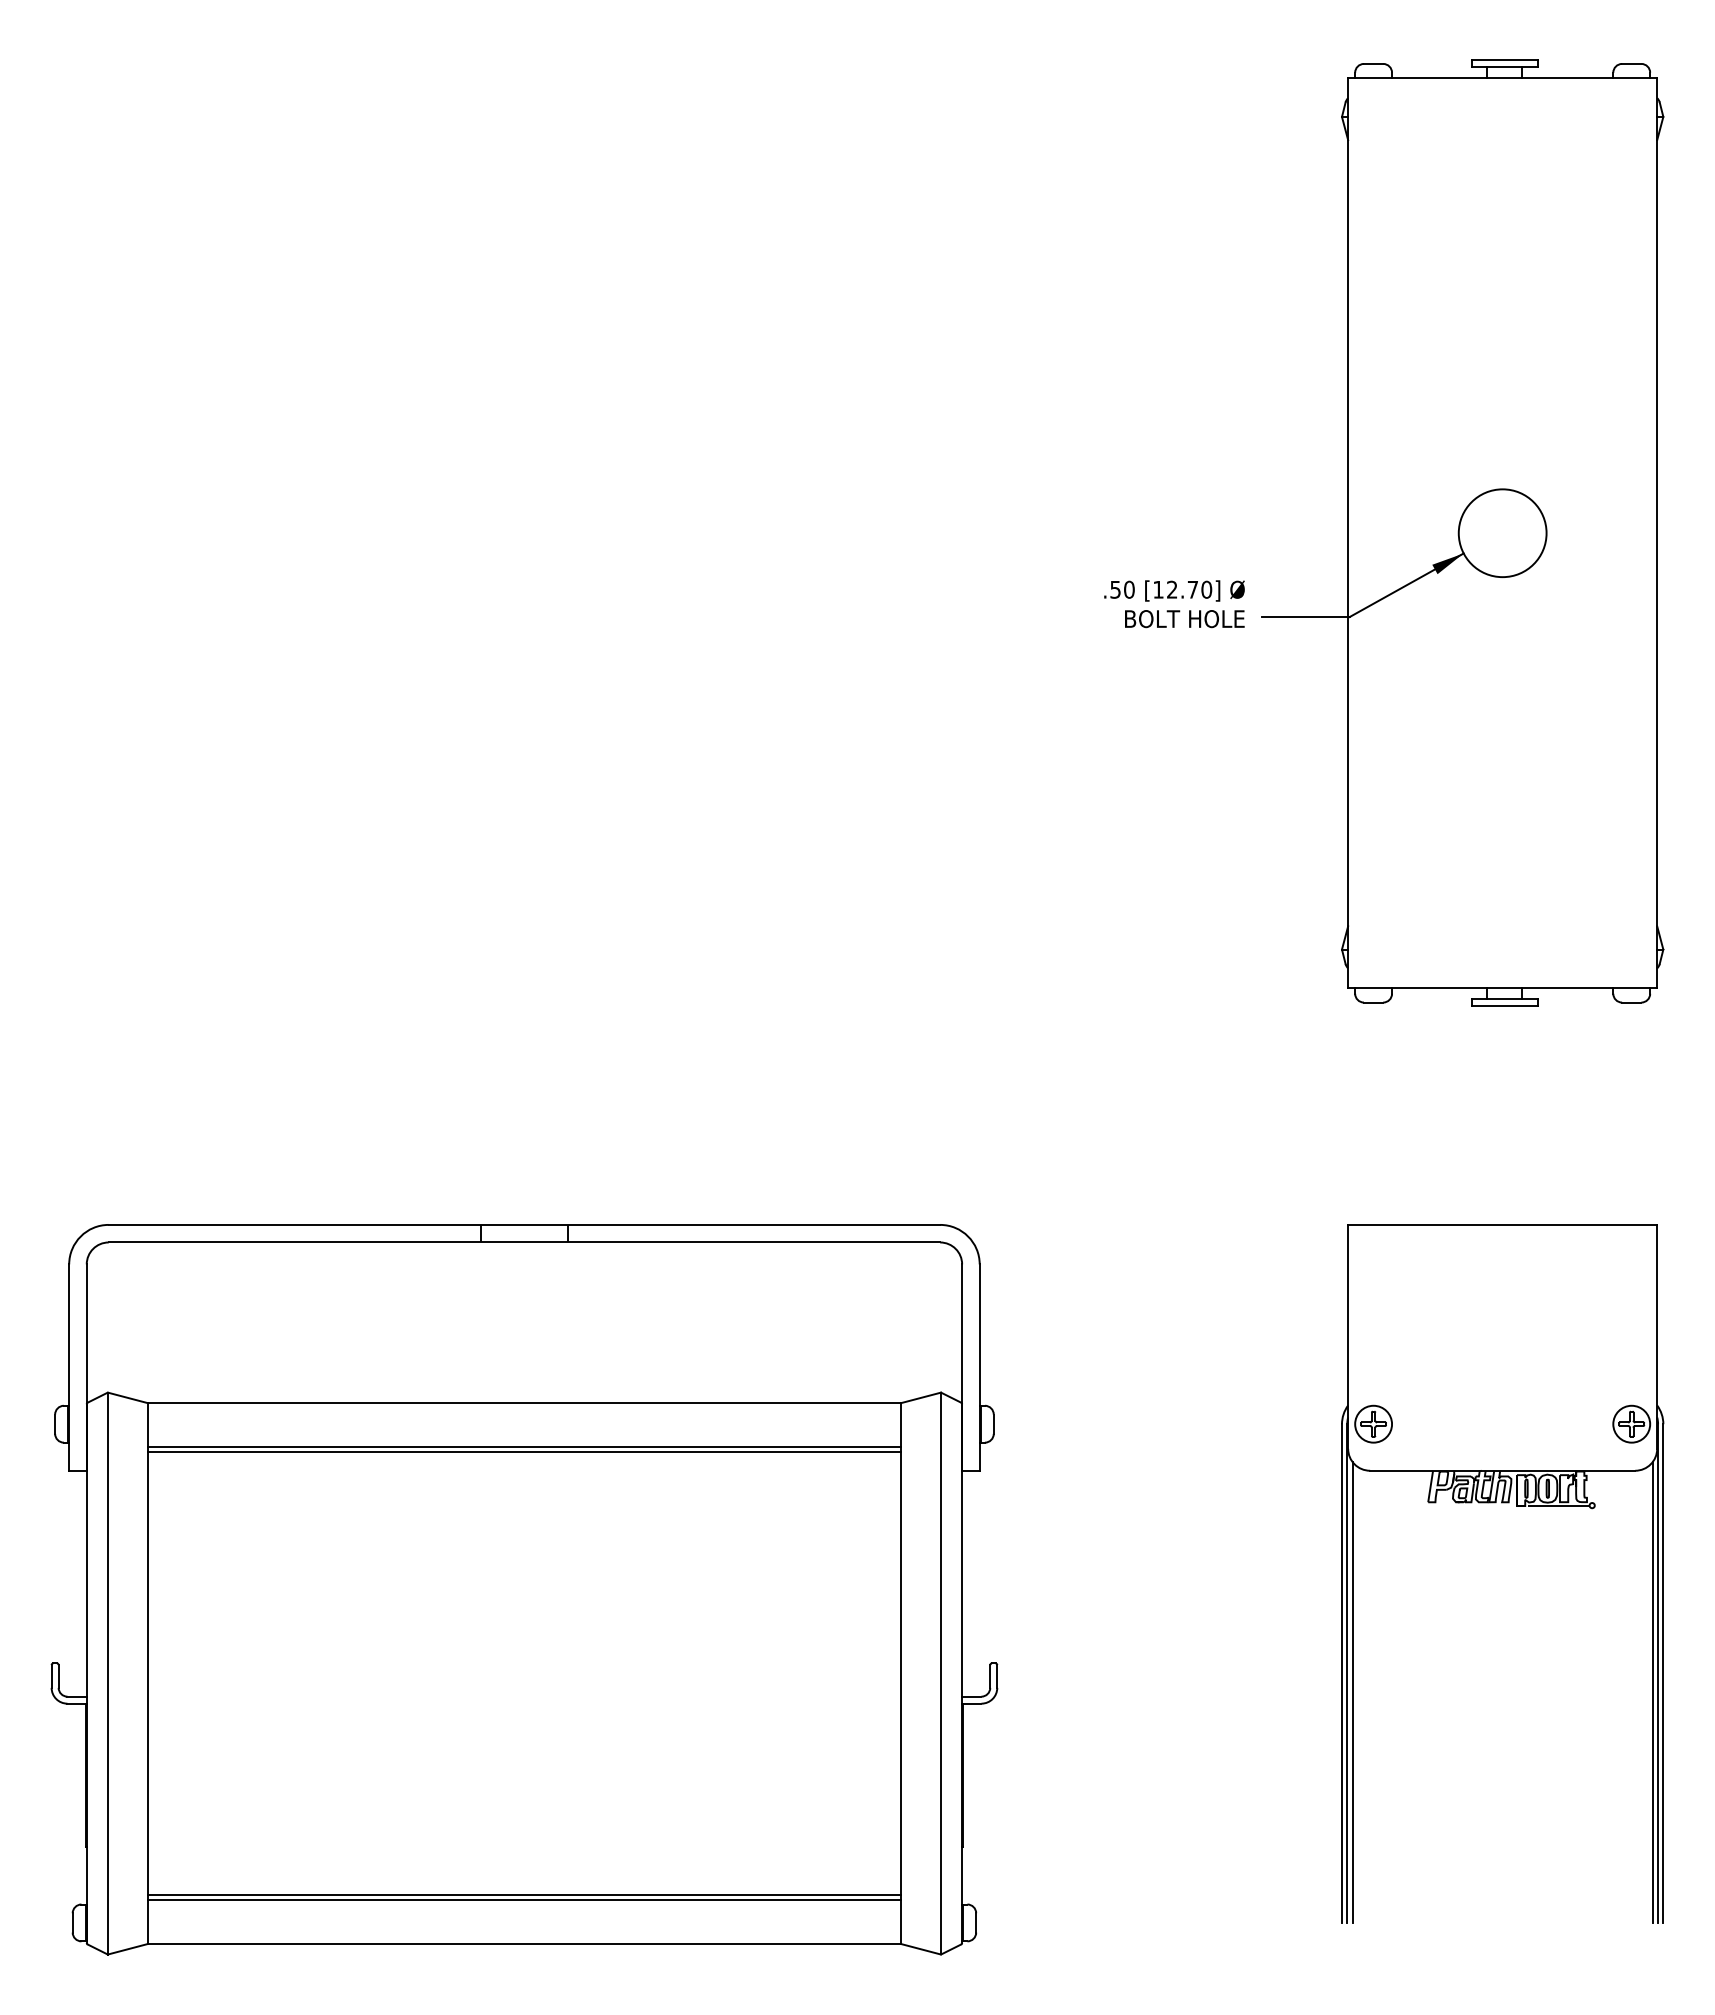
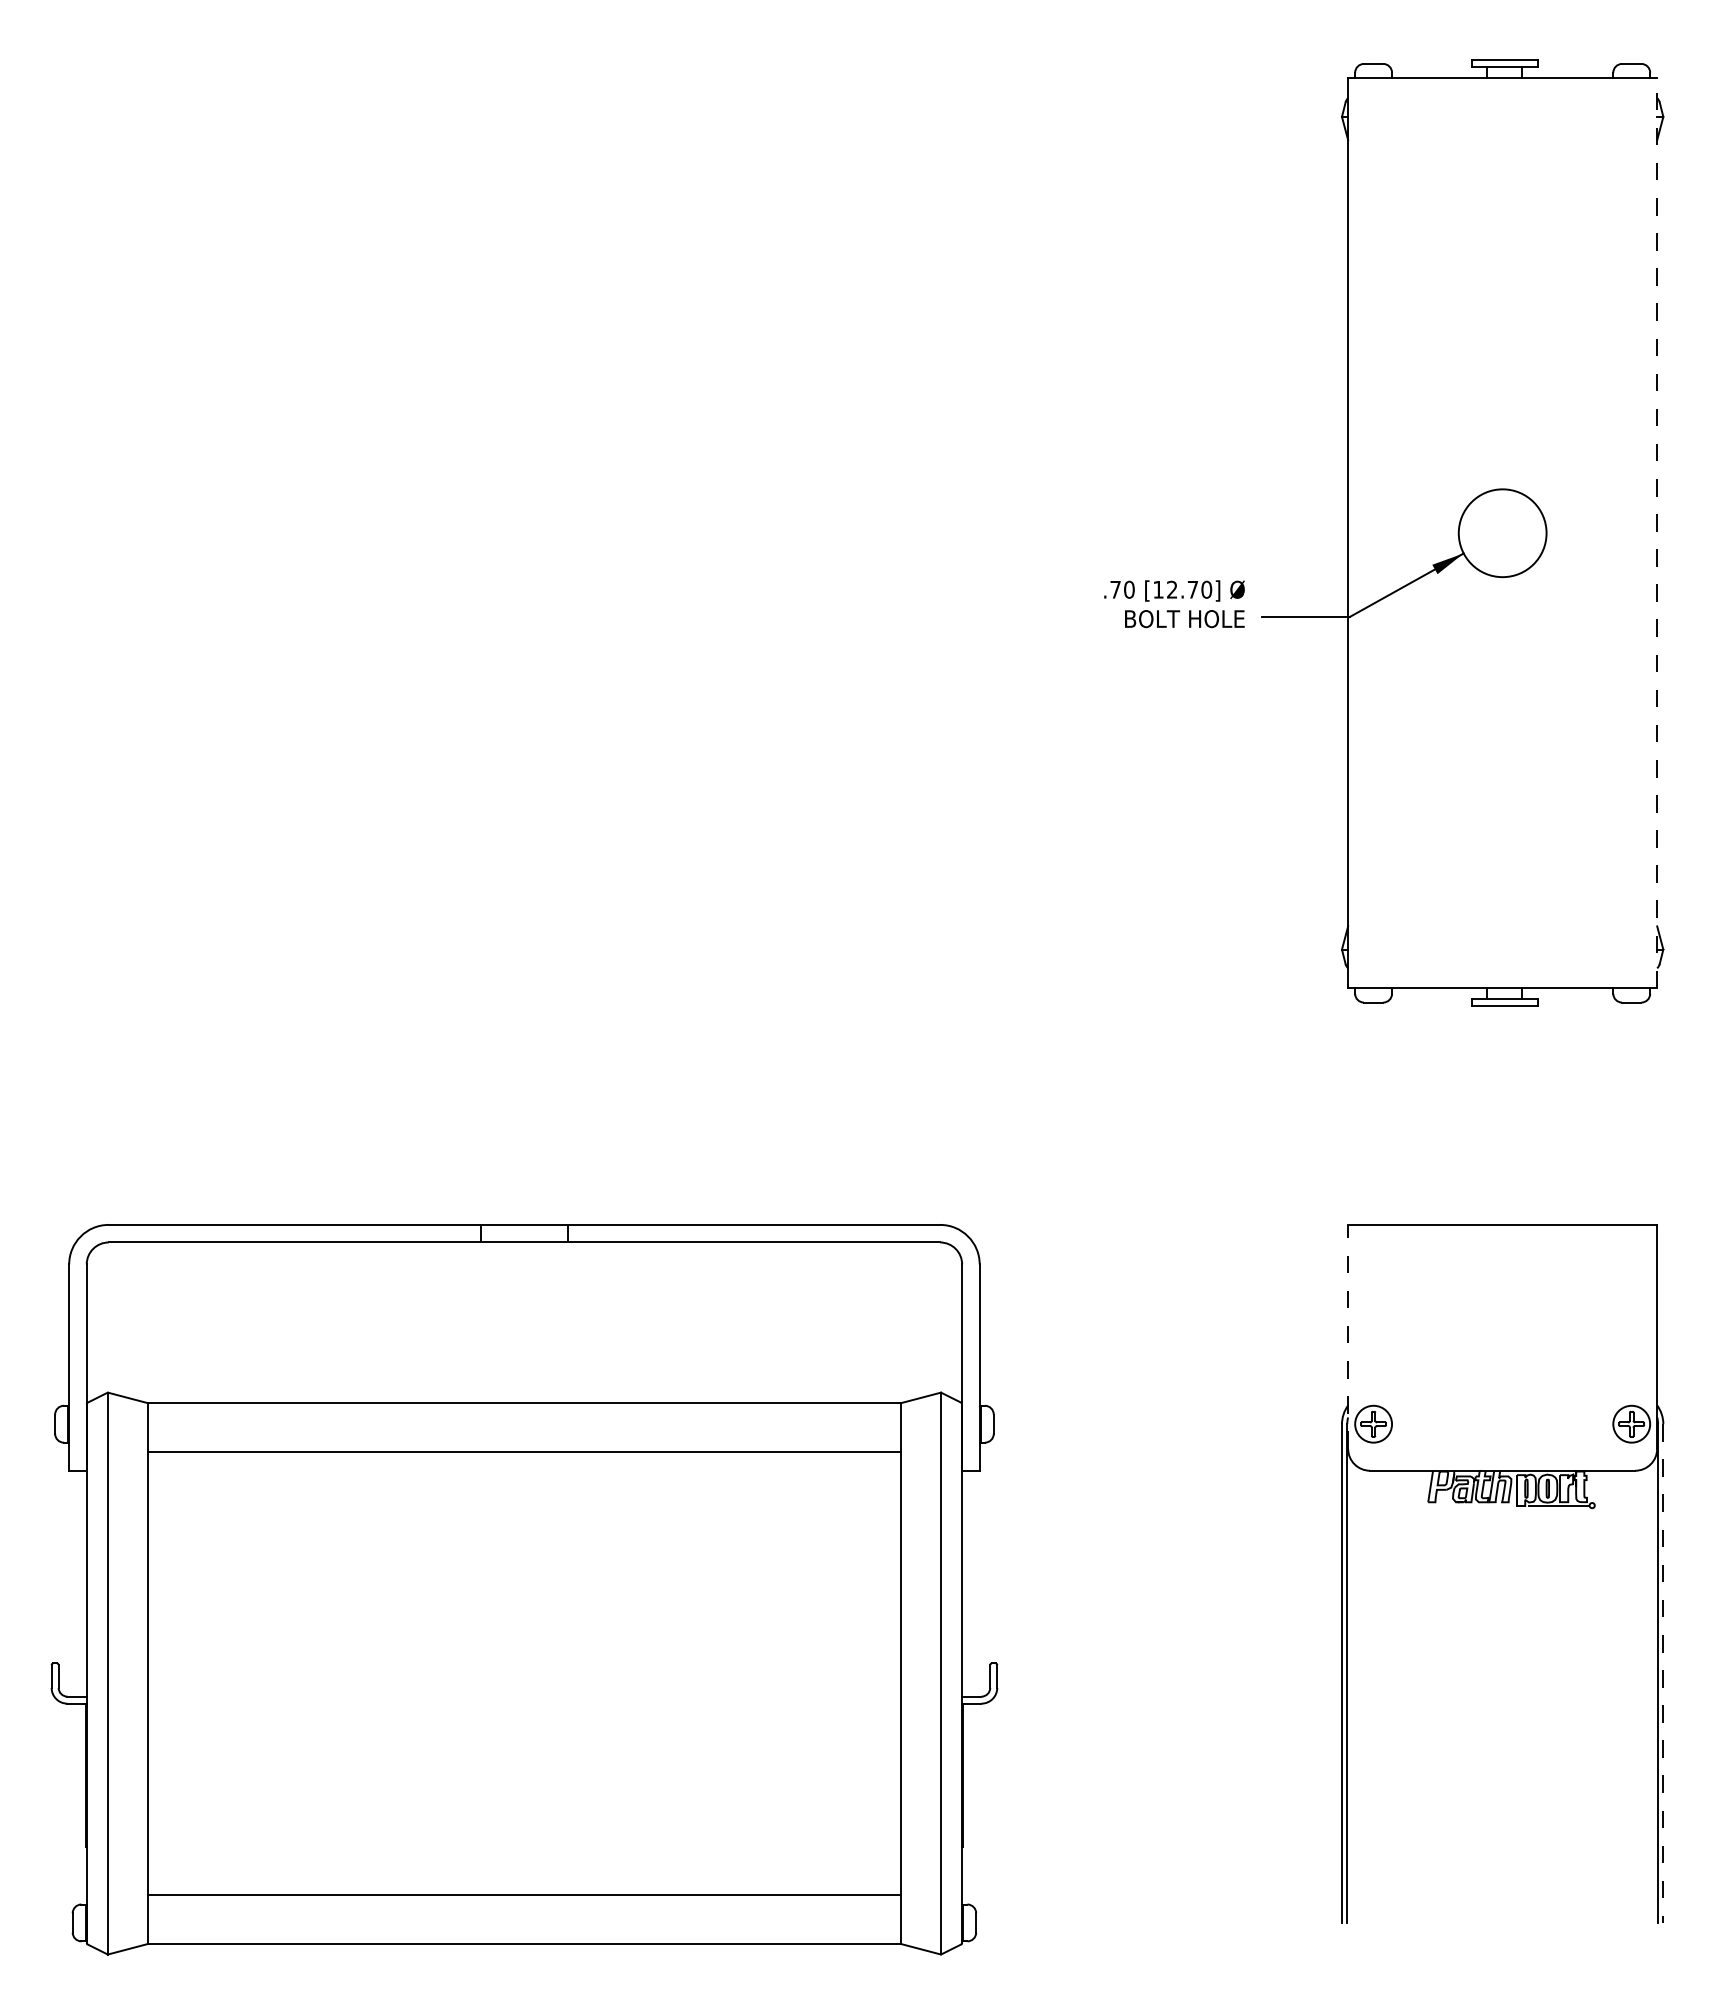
line at (1657, 533): solid -> dashed
text at (1115, 589): .50 -> .70
line at (1348, 1336): solid -> dashed
line at (524, 1447): present -> none
line at (1663, 1674): solid -> dashed
line at (1352, 1691): present -> none
line at (1652, 1691): present -> none
line at (524, 1900): present -> none
